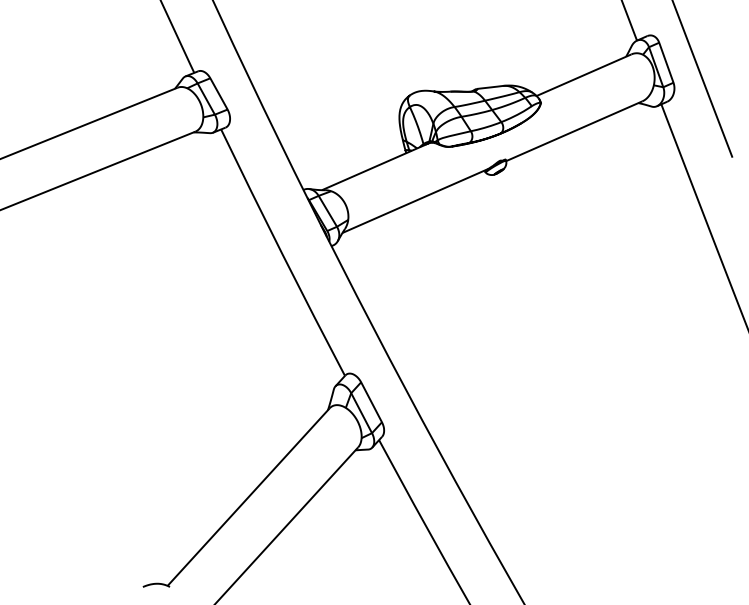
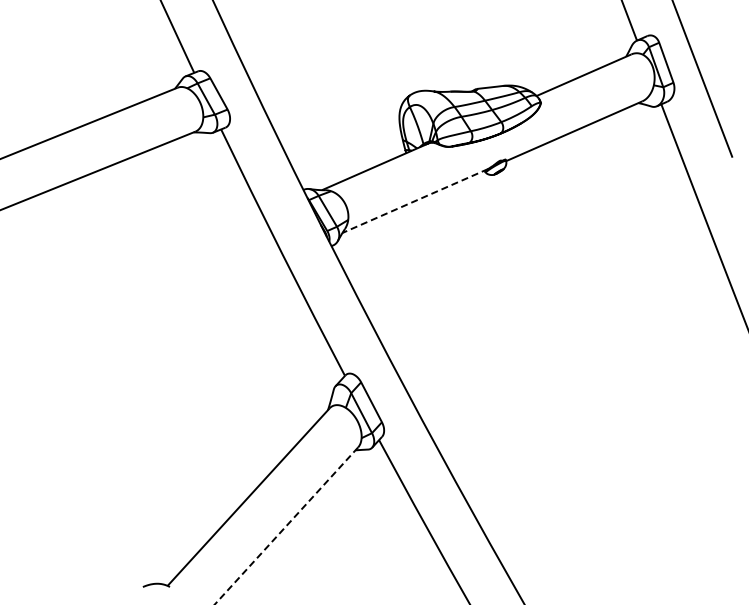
line at (415, 201): solid -> dashed
line at (286, 526): solid -> dashed
